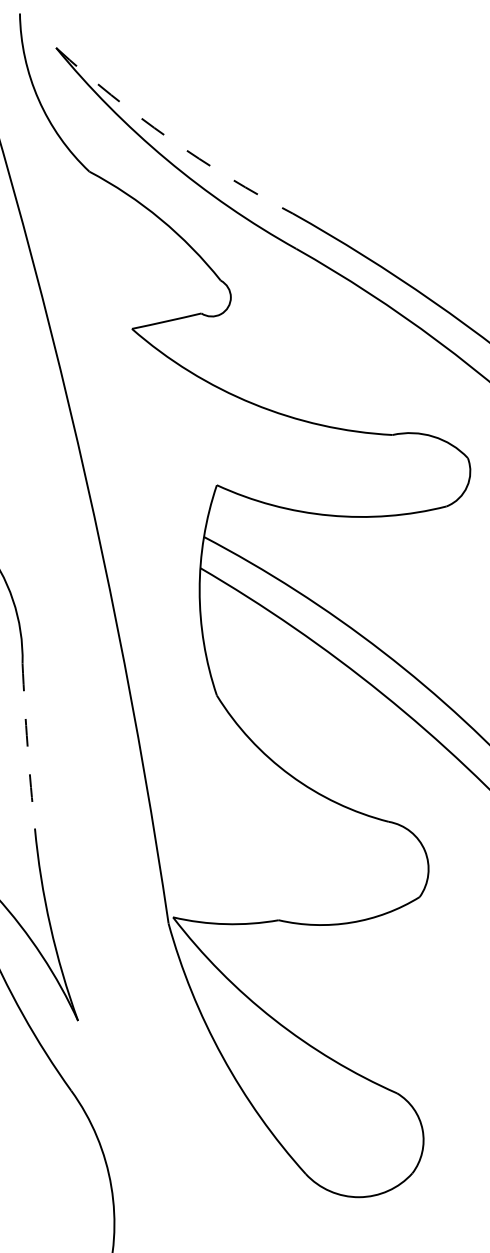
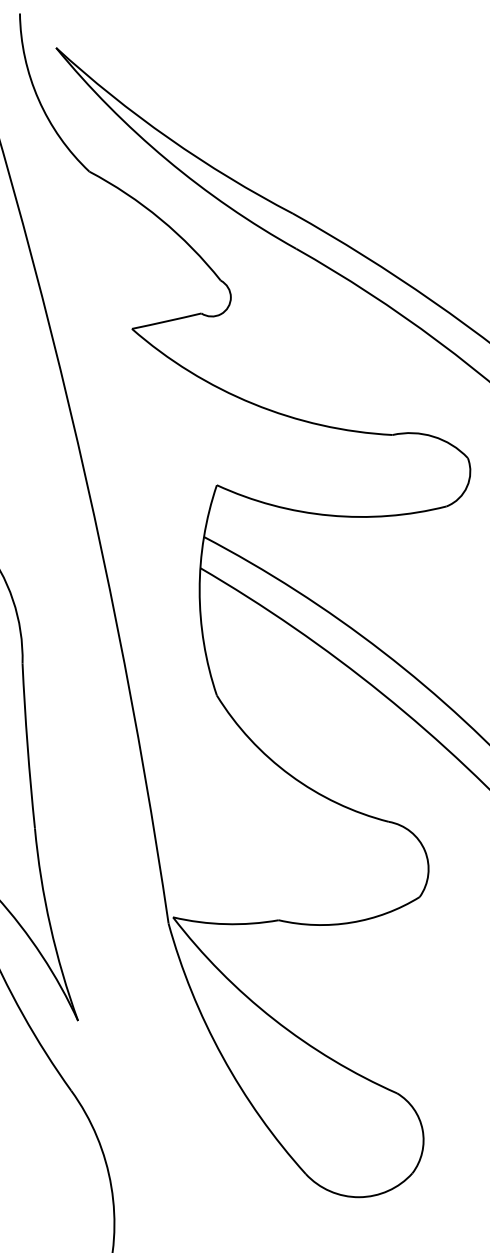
arc at (169, 138): dashed -> solid
arc at (27, 746): dashed -> solid
